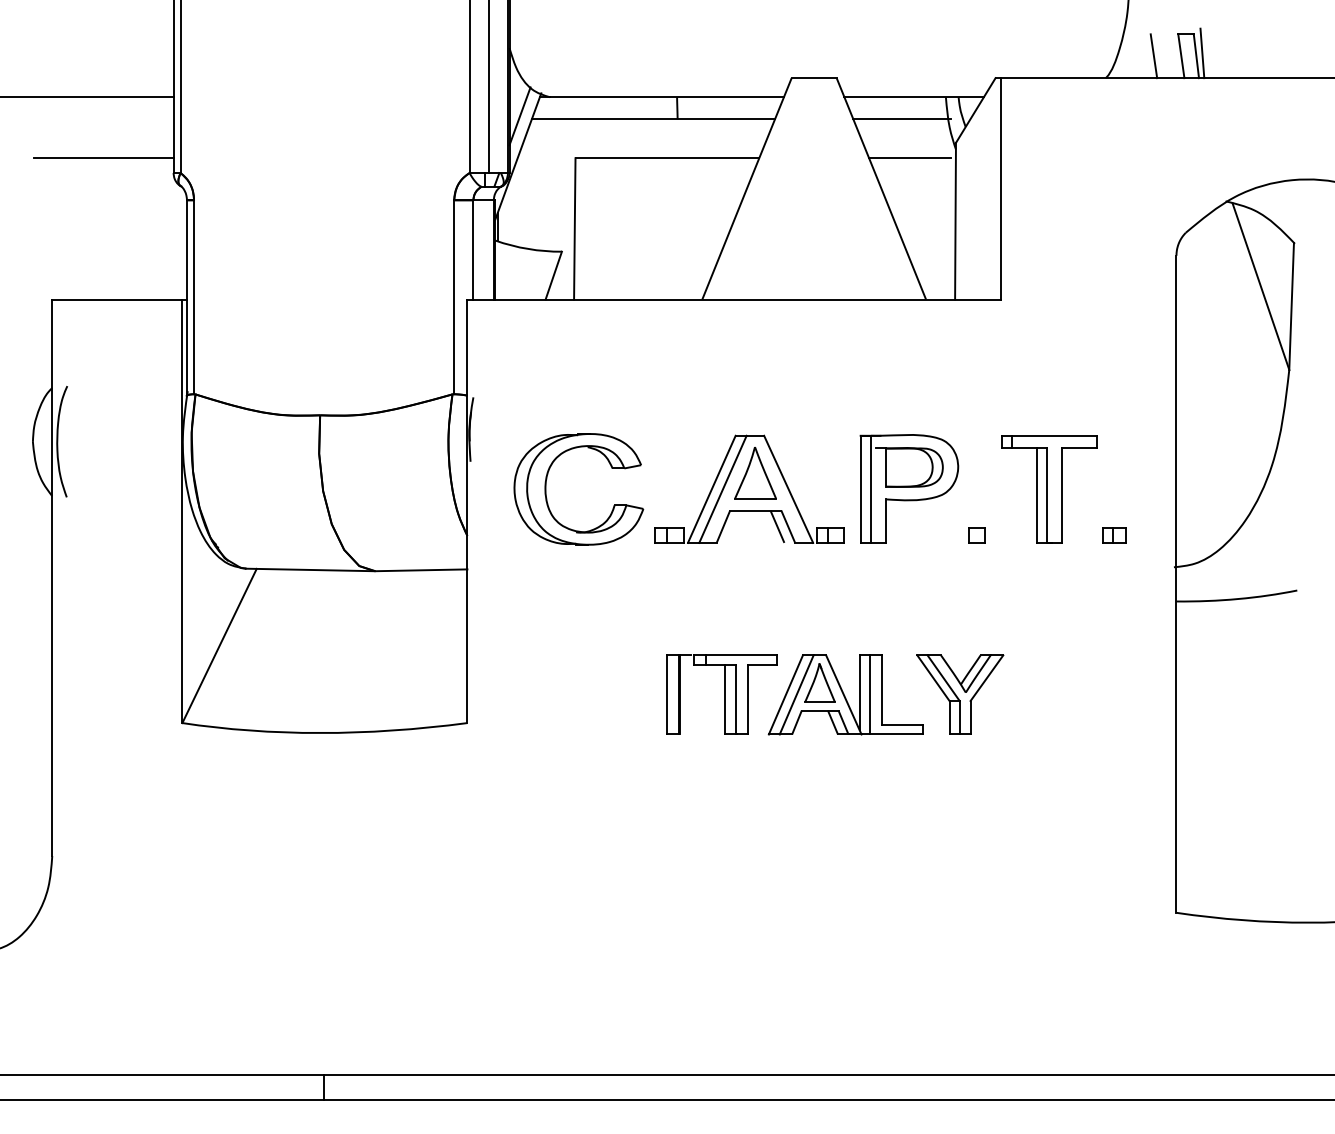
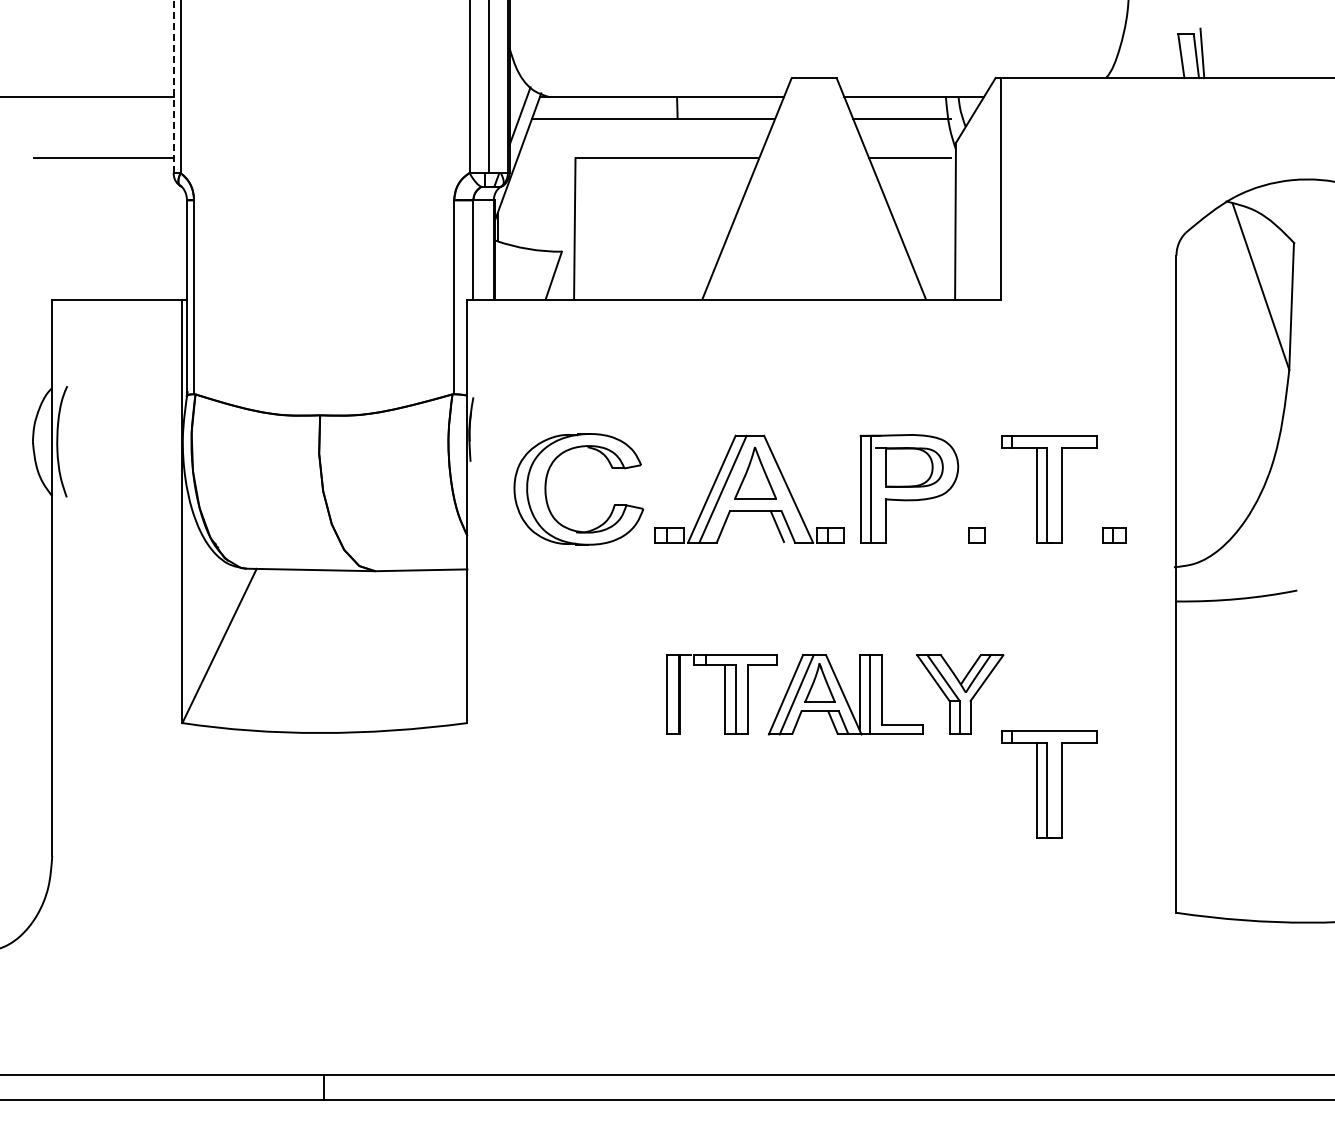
line at (1153, 56): present -> none
line at (173, 87): solid -> dashed
part at (1049, 784): none -> present
